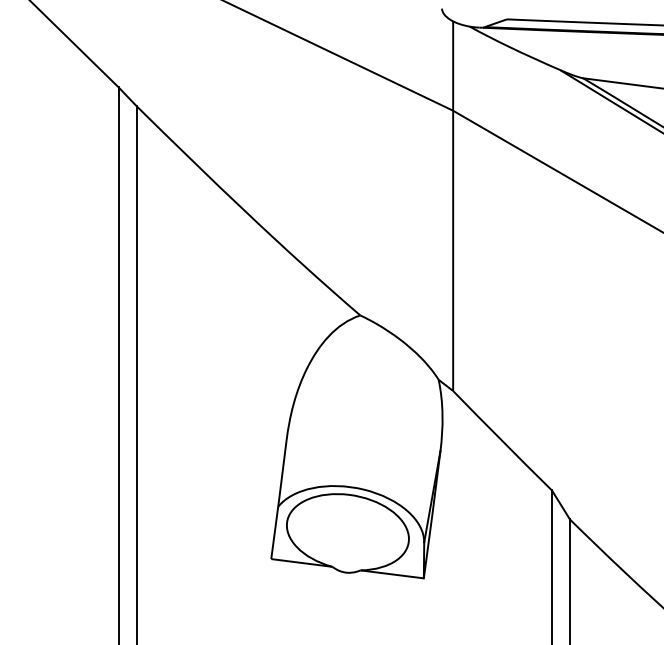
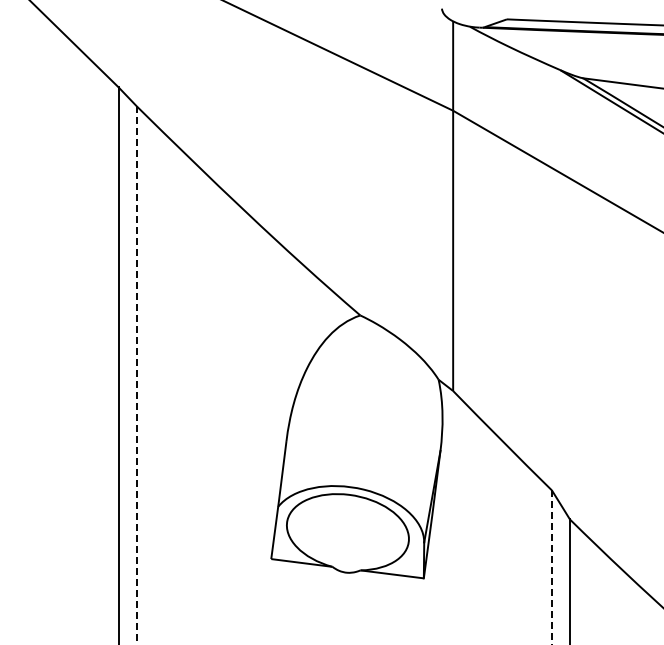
line at (136, 375): solid -> dashed
line at (551, 567): solid -> dashed
